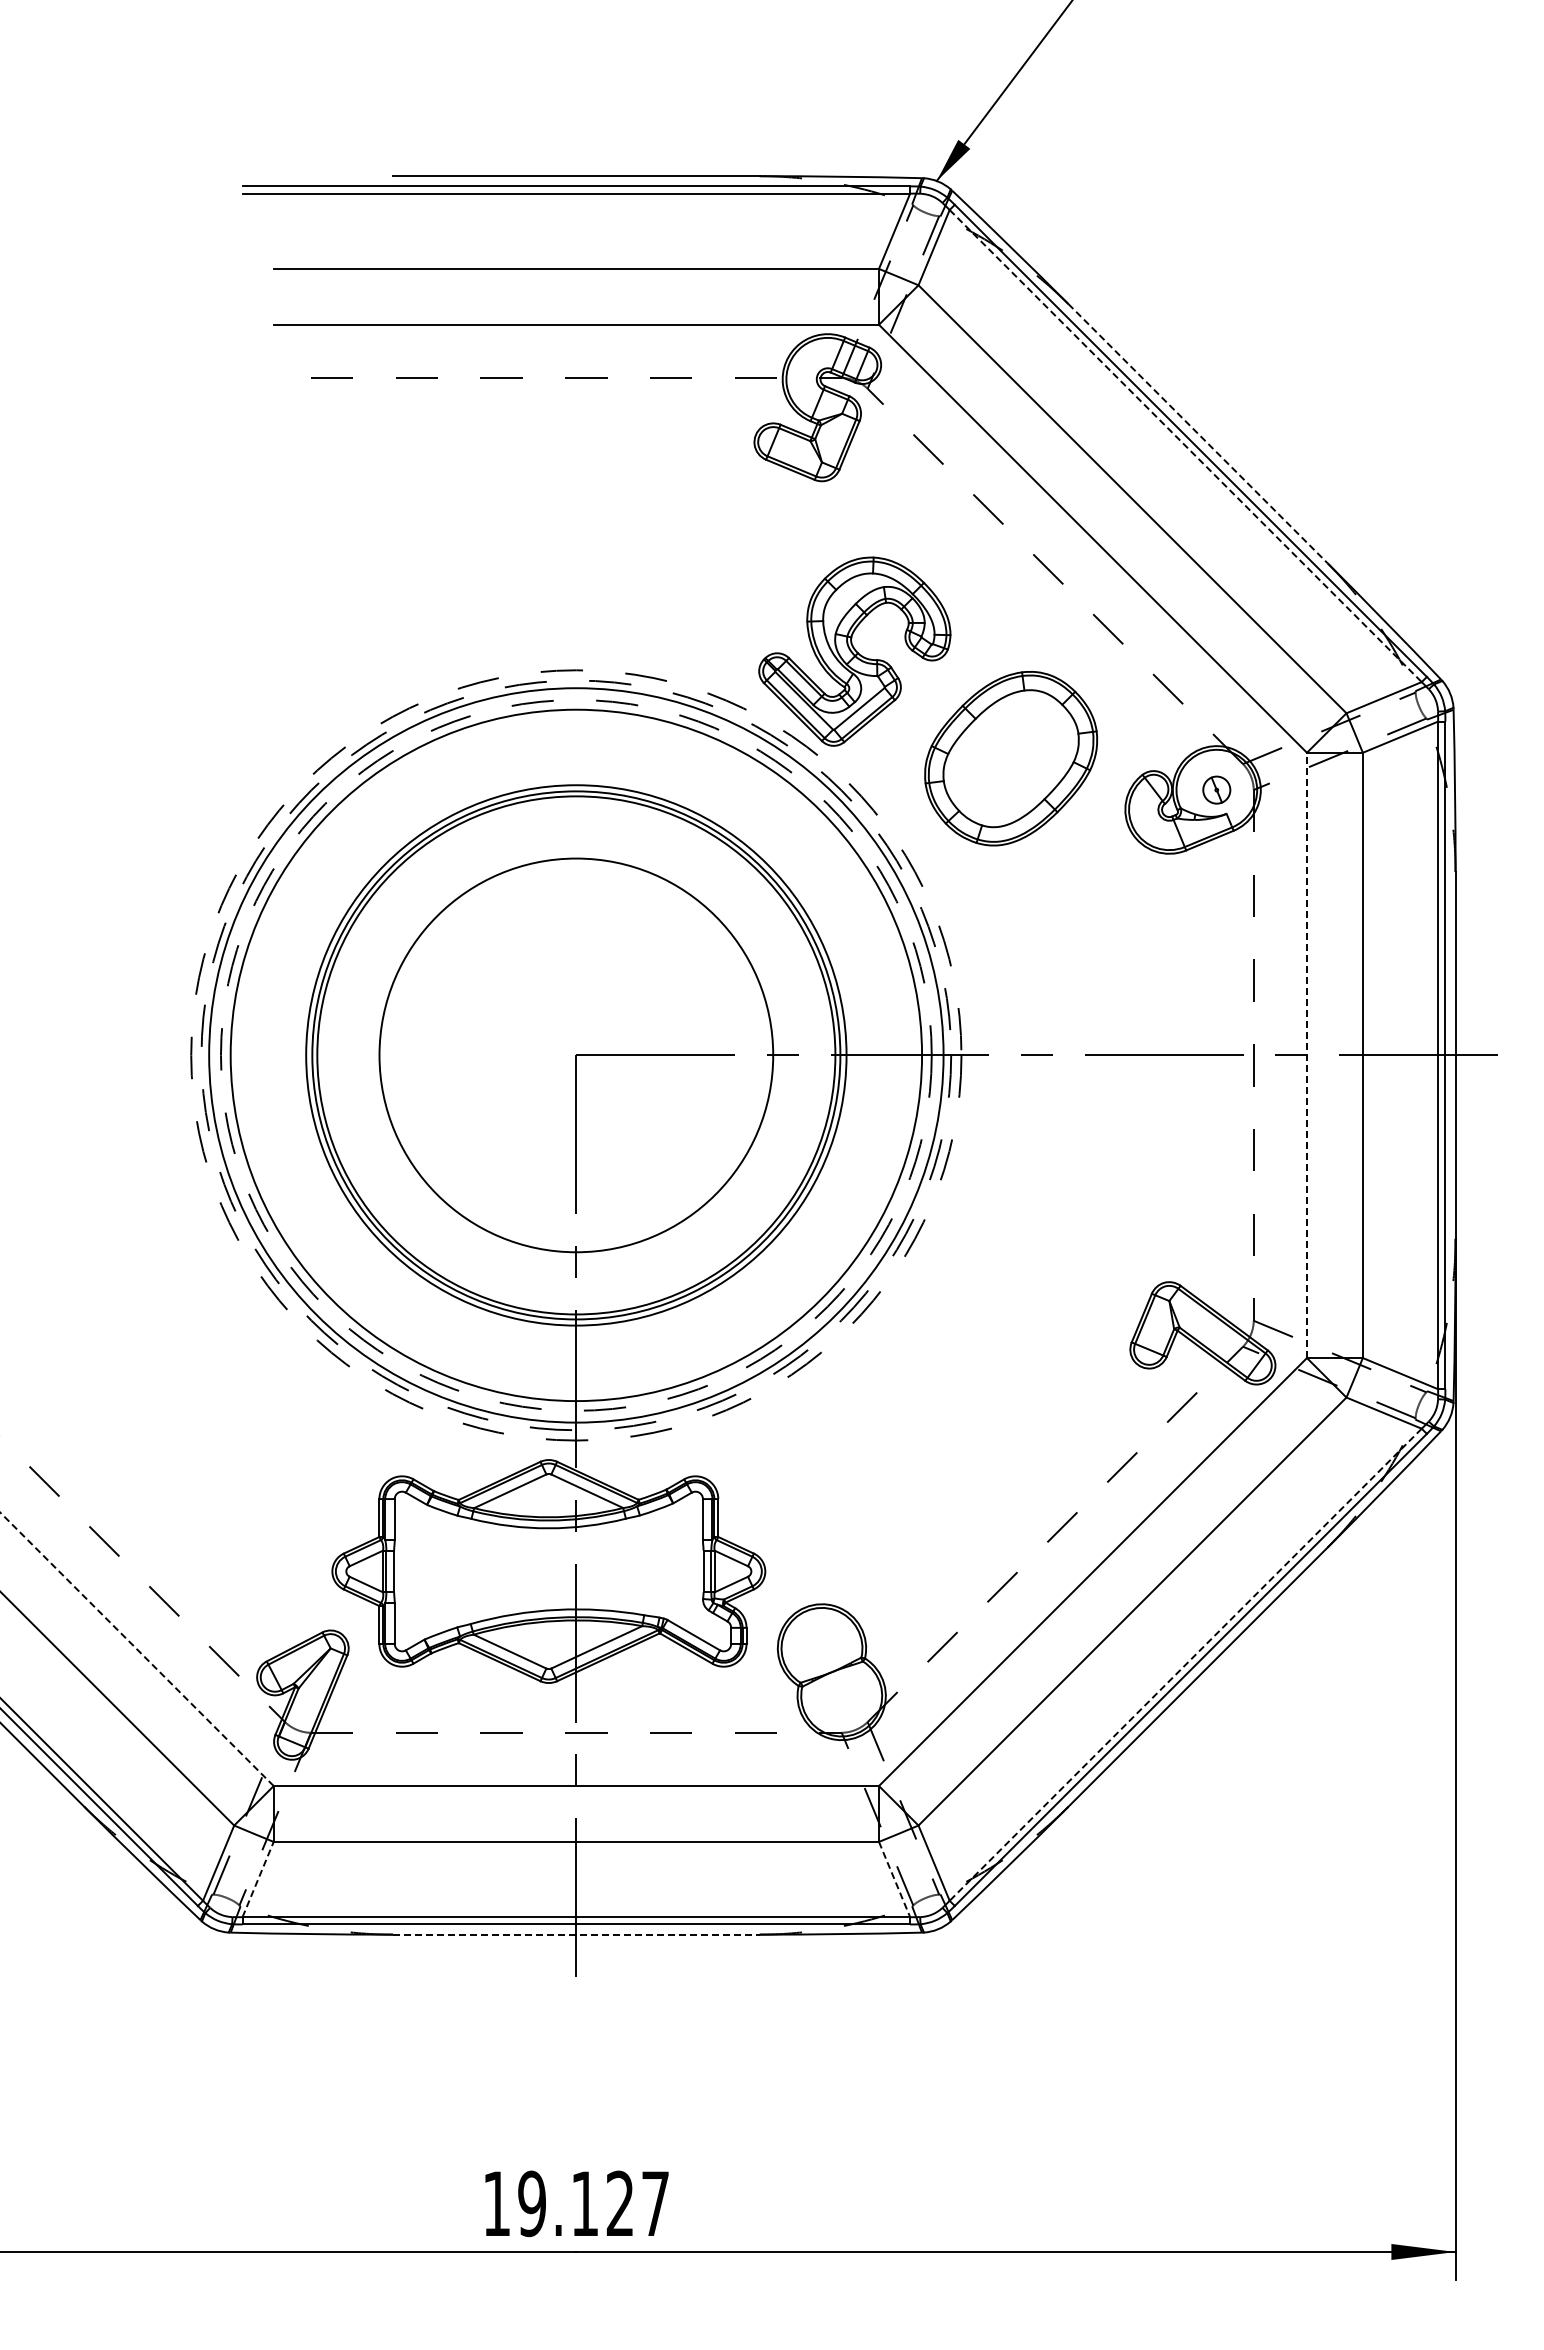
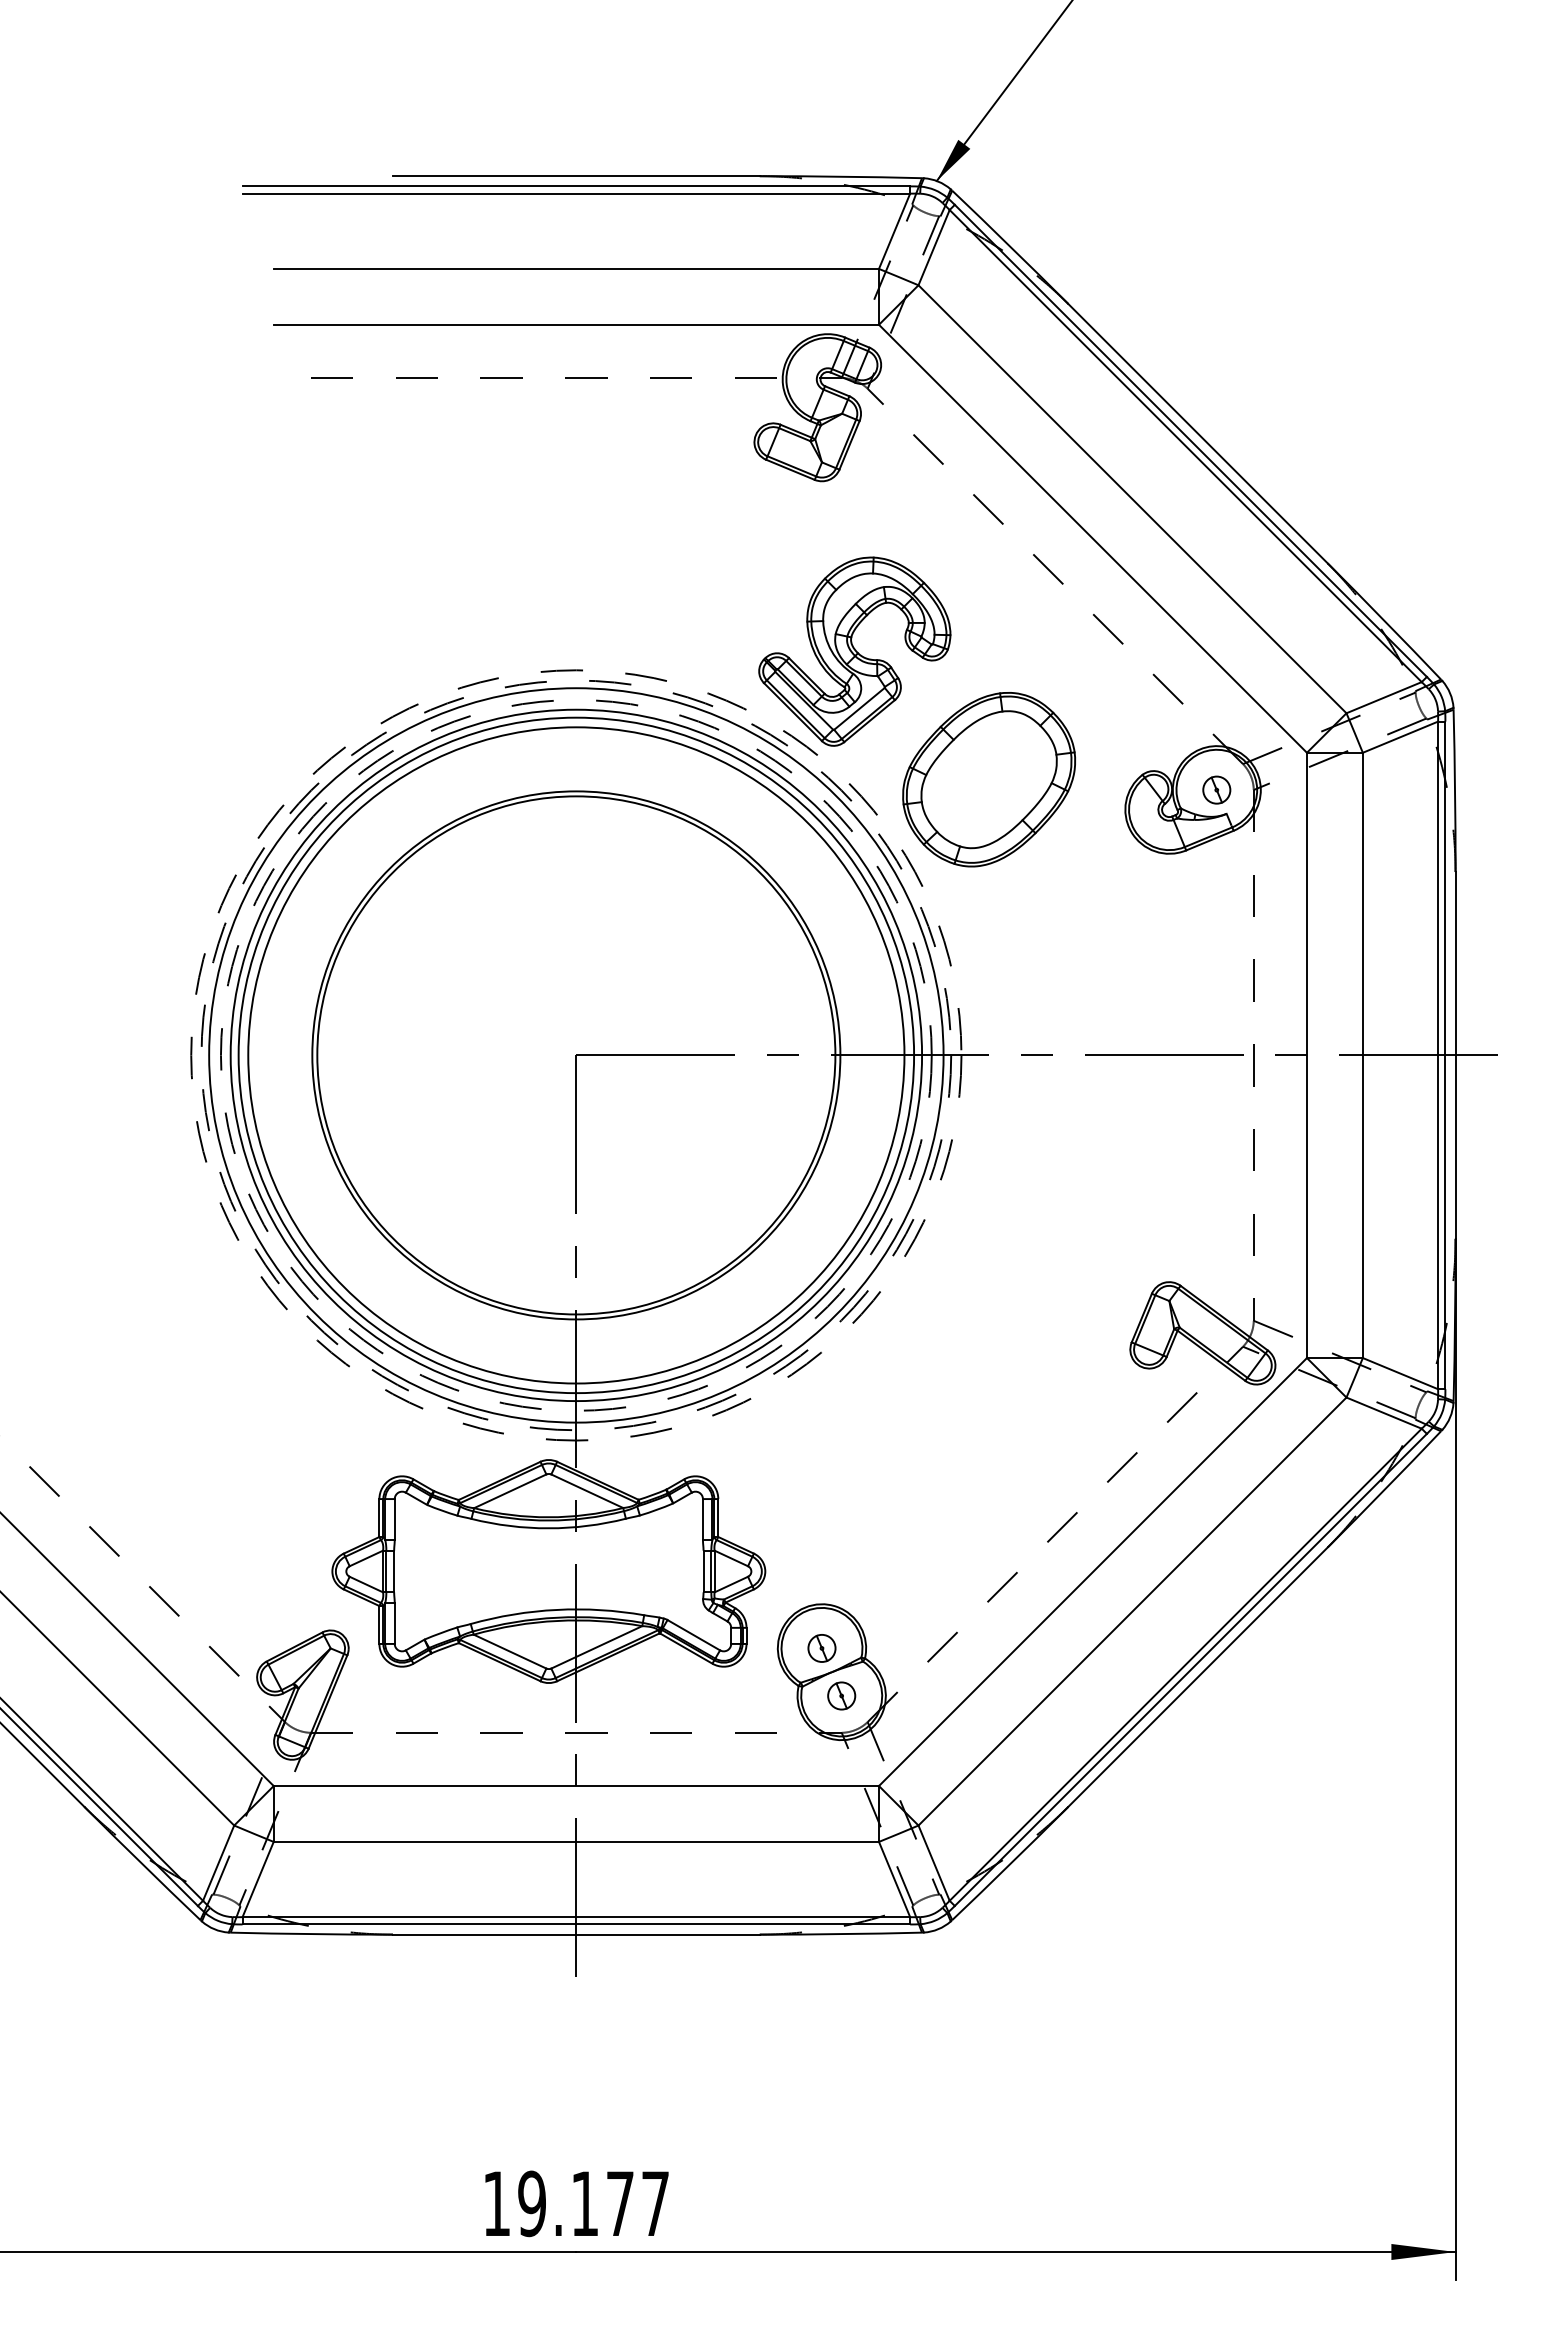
line at (1198, 434): dashed -> solid
line at (1185, 446): dashed -> solid
part at (1010, 758) position: (1010, 758) -> (988, 779)
circle at (576, 1055) diameter: 394 px -> 656 px
circle at (576, 1055) diameter: 540 px -> 675 px
line at (1306, 1055): dashed -> solid
part at (821, 1648): none -> present
line at (136, 1649): dashed -> solid
line at (1185, 1664): dashed -> solid
part at (841, 1695): none -> present
line at (258, 1879): dashed -> solid
line at (894, 1879): dashed -> solid
line at (576, 1934): dashed -> solid
text at (619, 2202): 19.127 -> 19.177
